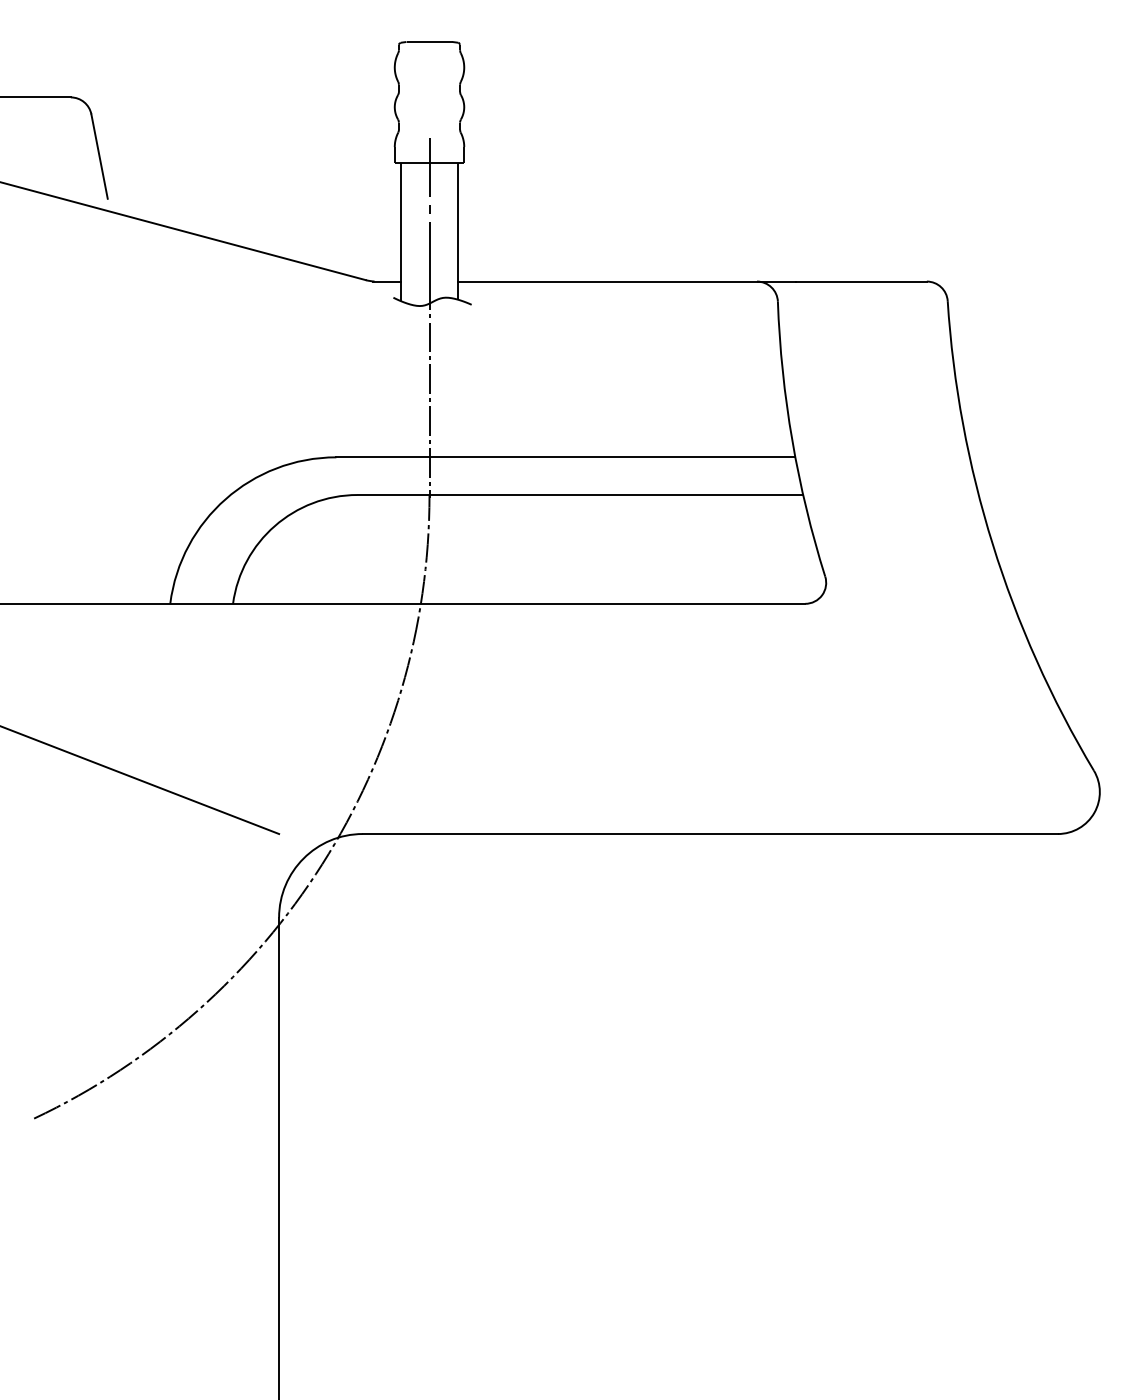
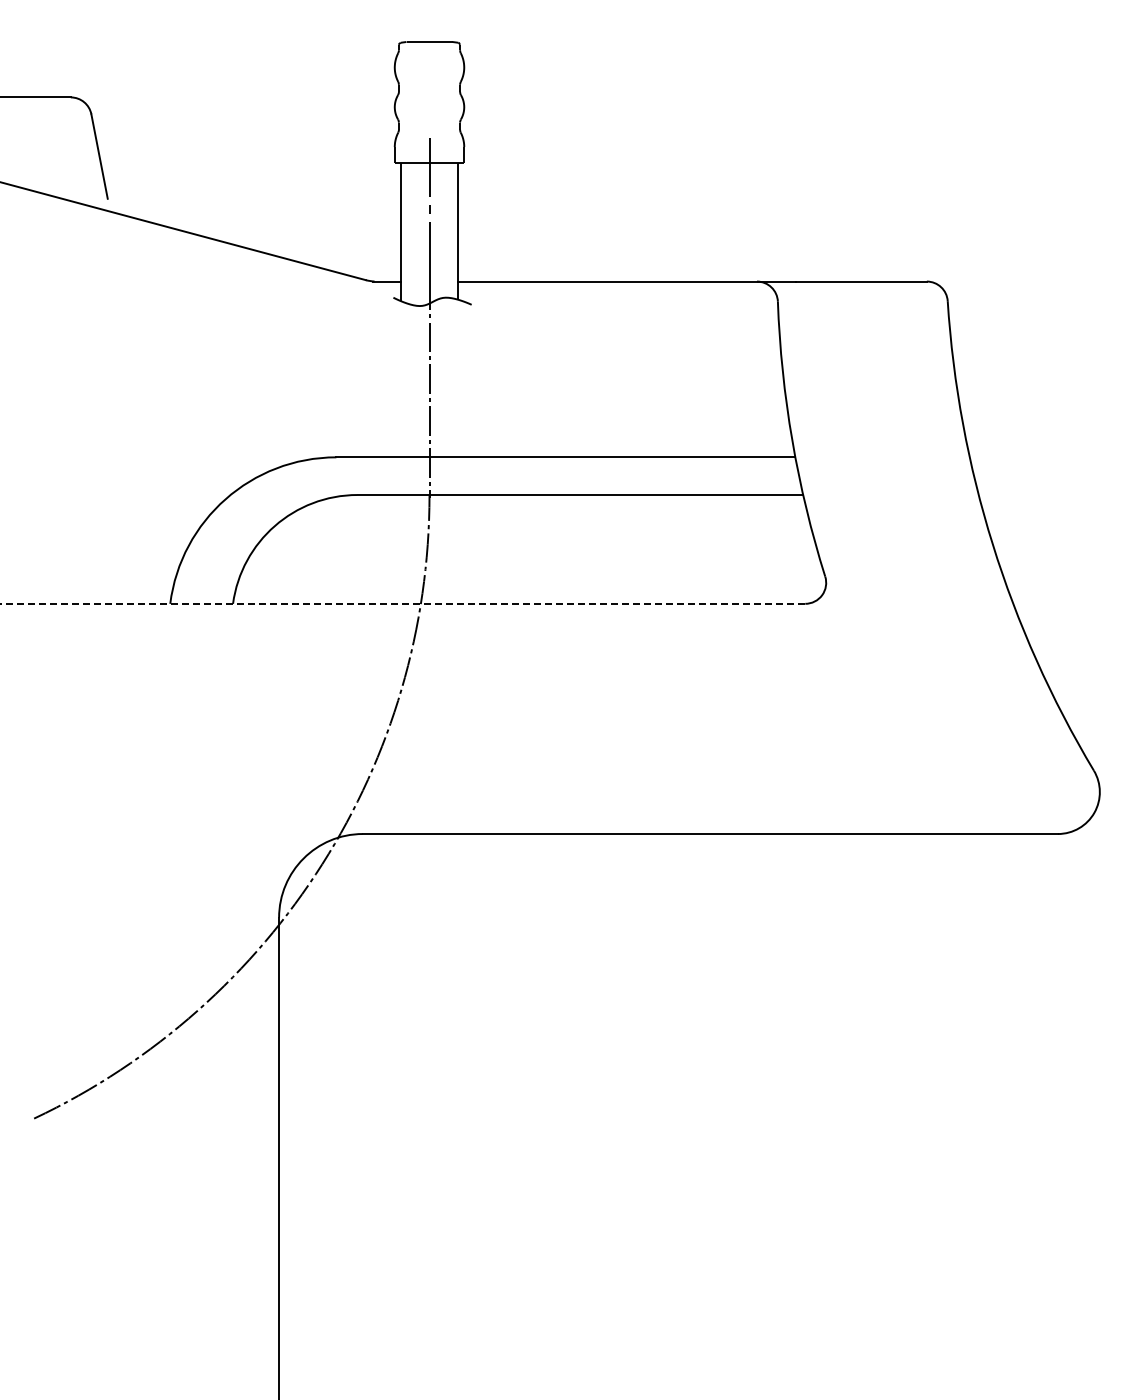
line at (402, 603): solid -> dashed
line at (140, 780): present -> none
